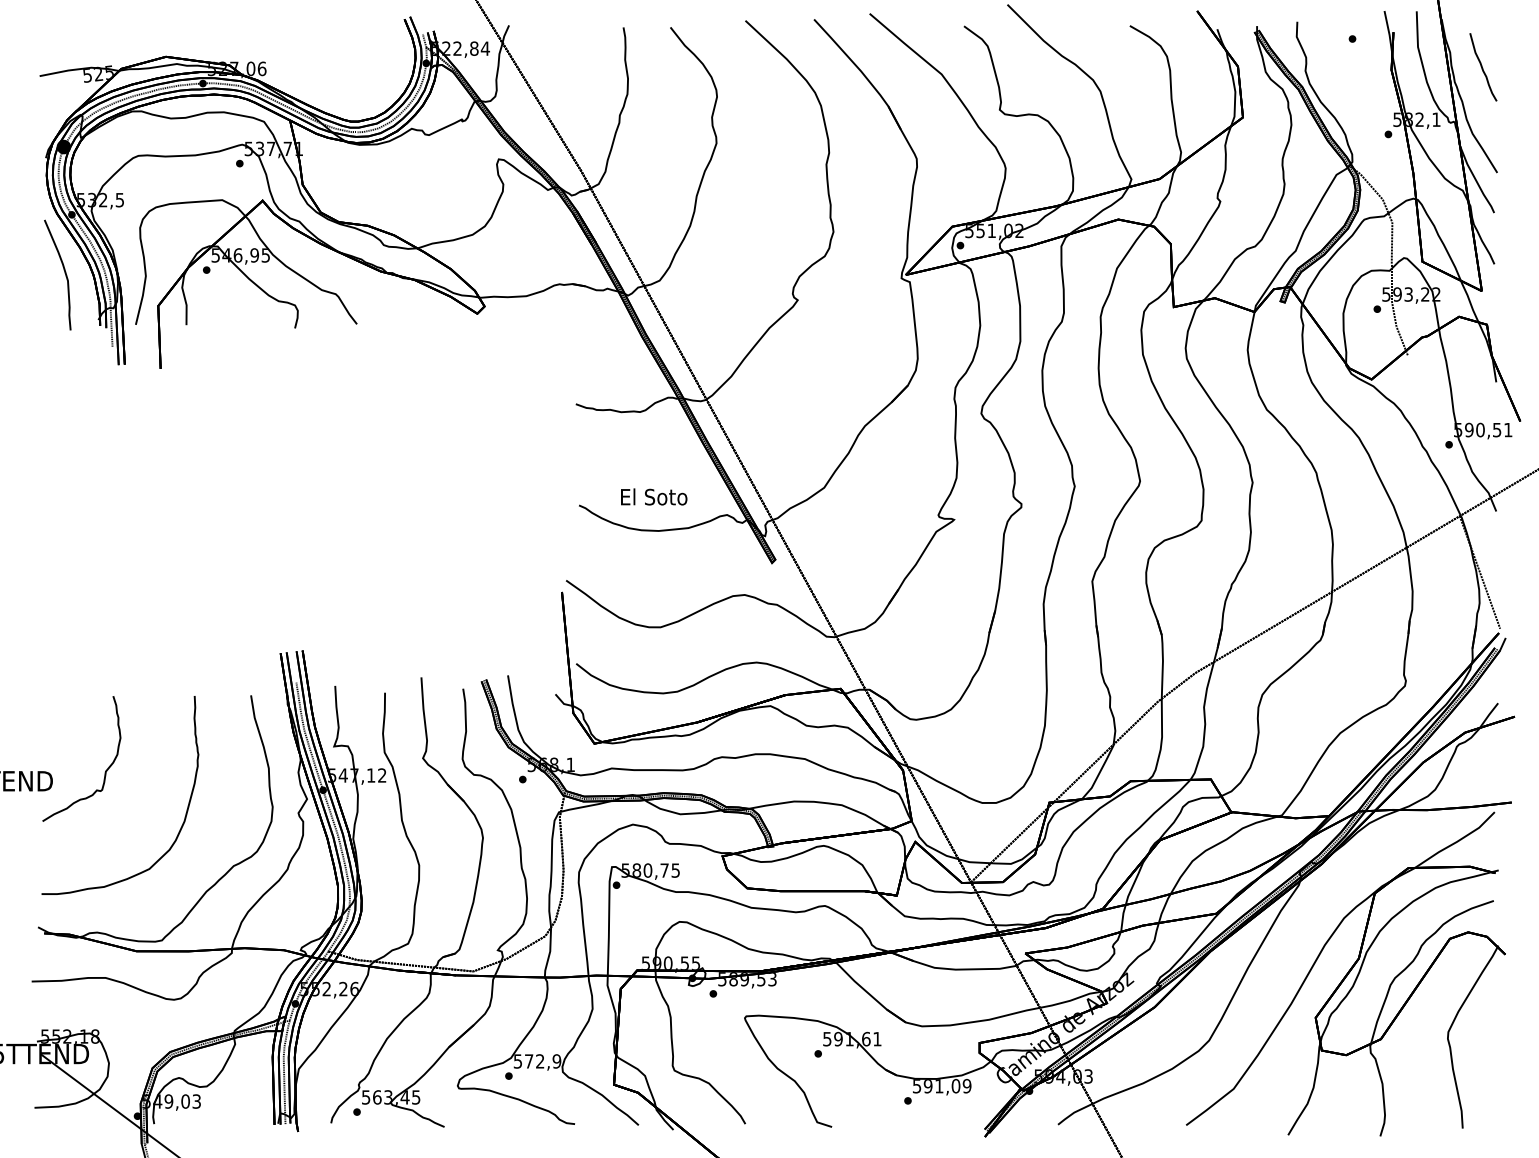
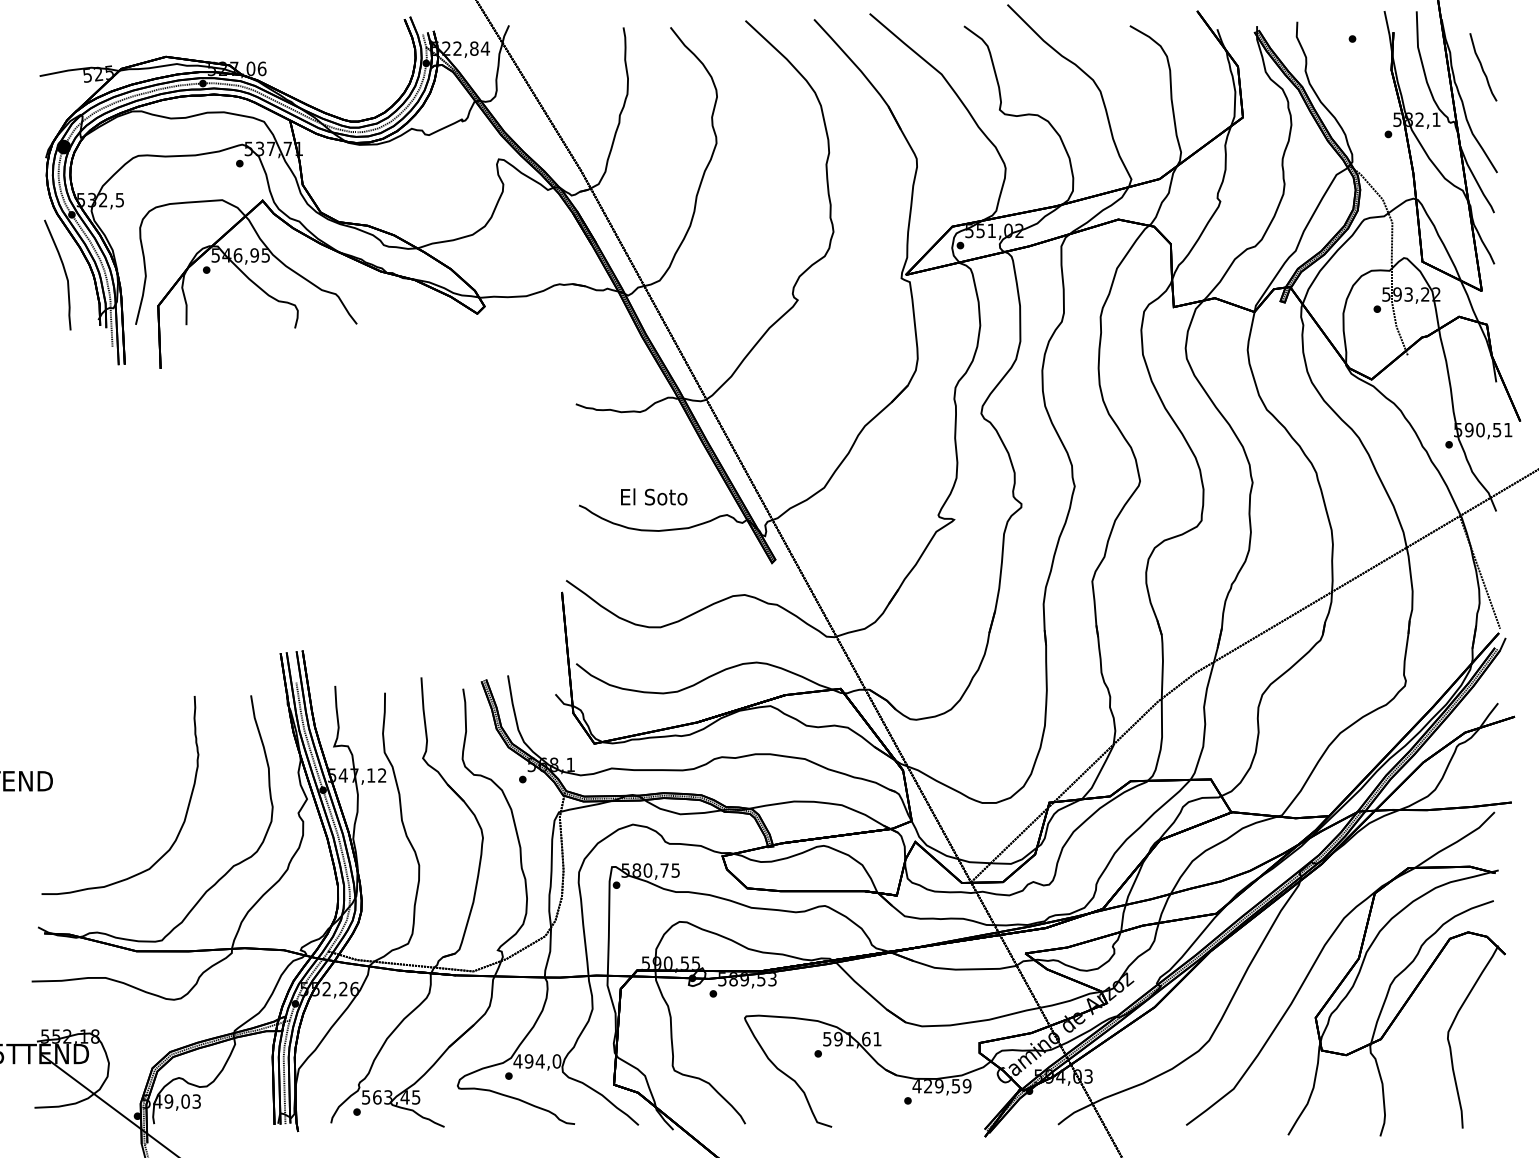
curve at (105, 770): present -> none
text at (537, 1061): 572,9 -> 494,0
text at (936, 1086): 591,09 -> 429,59
